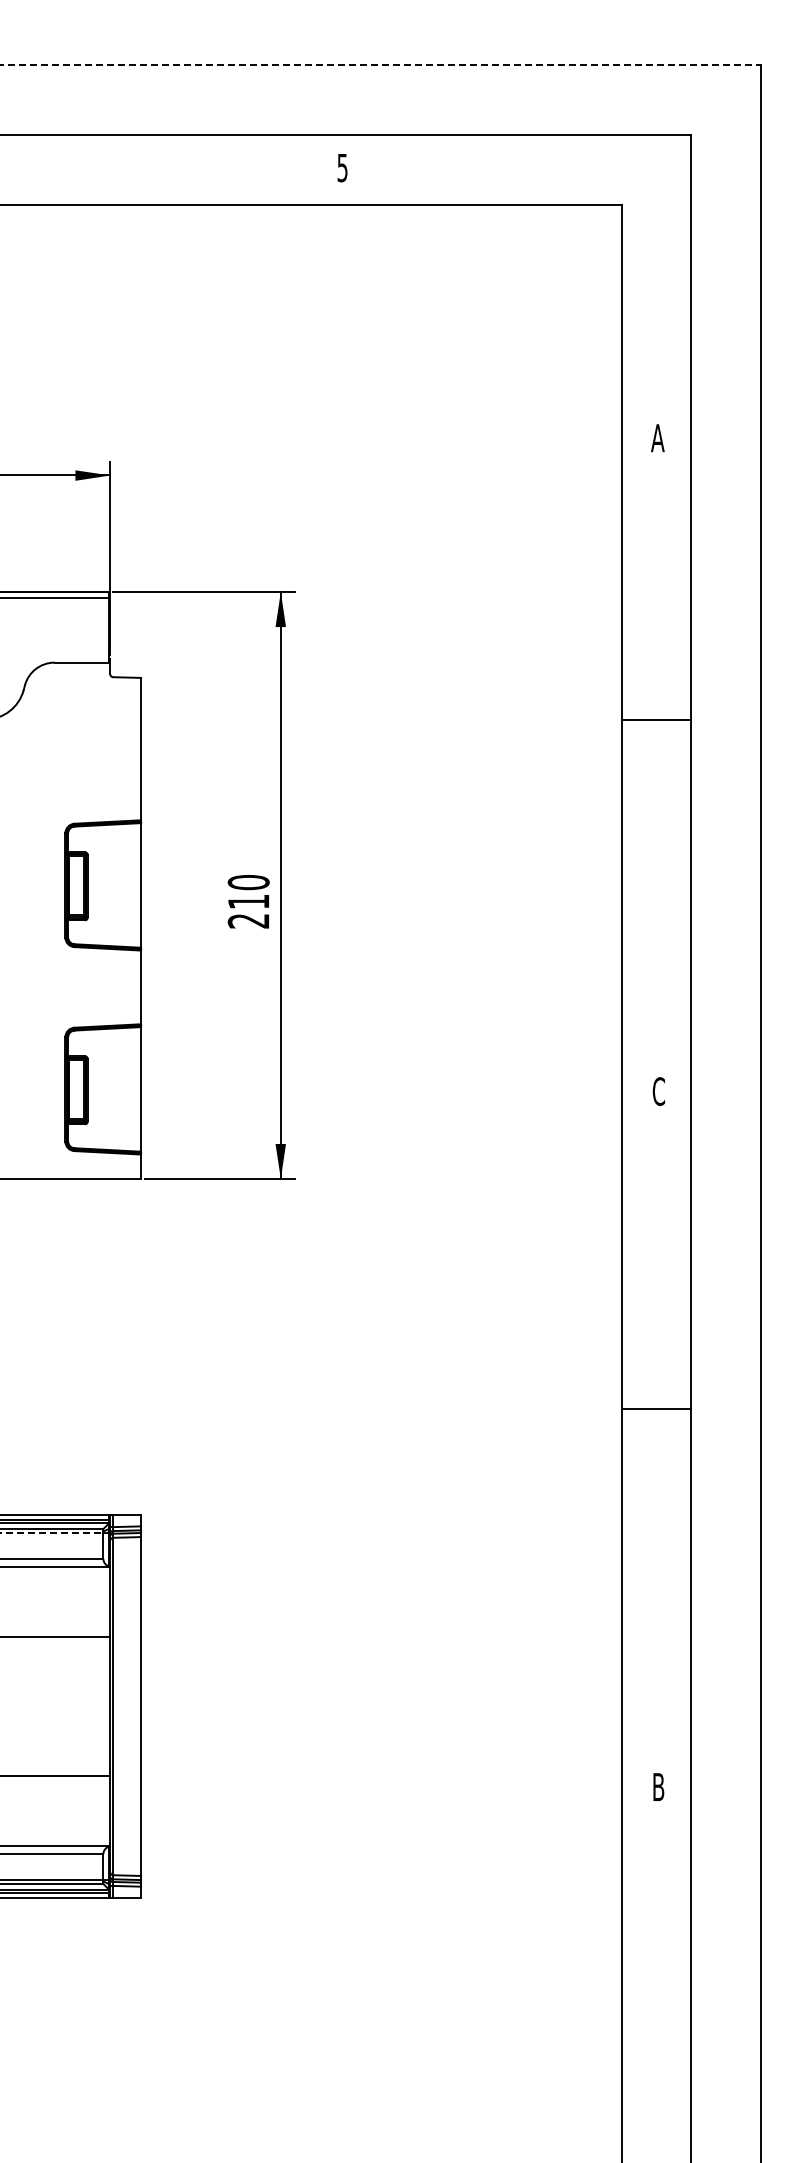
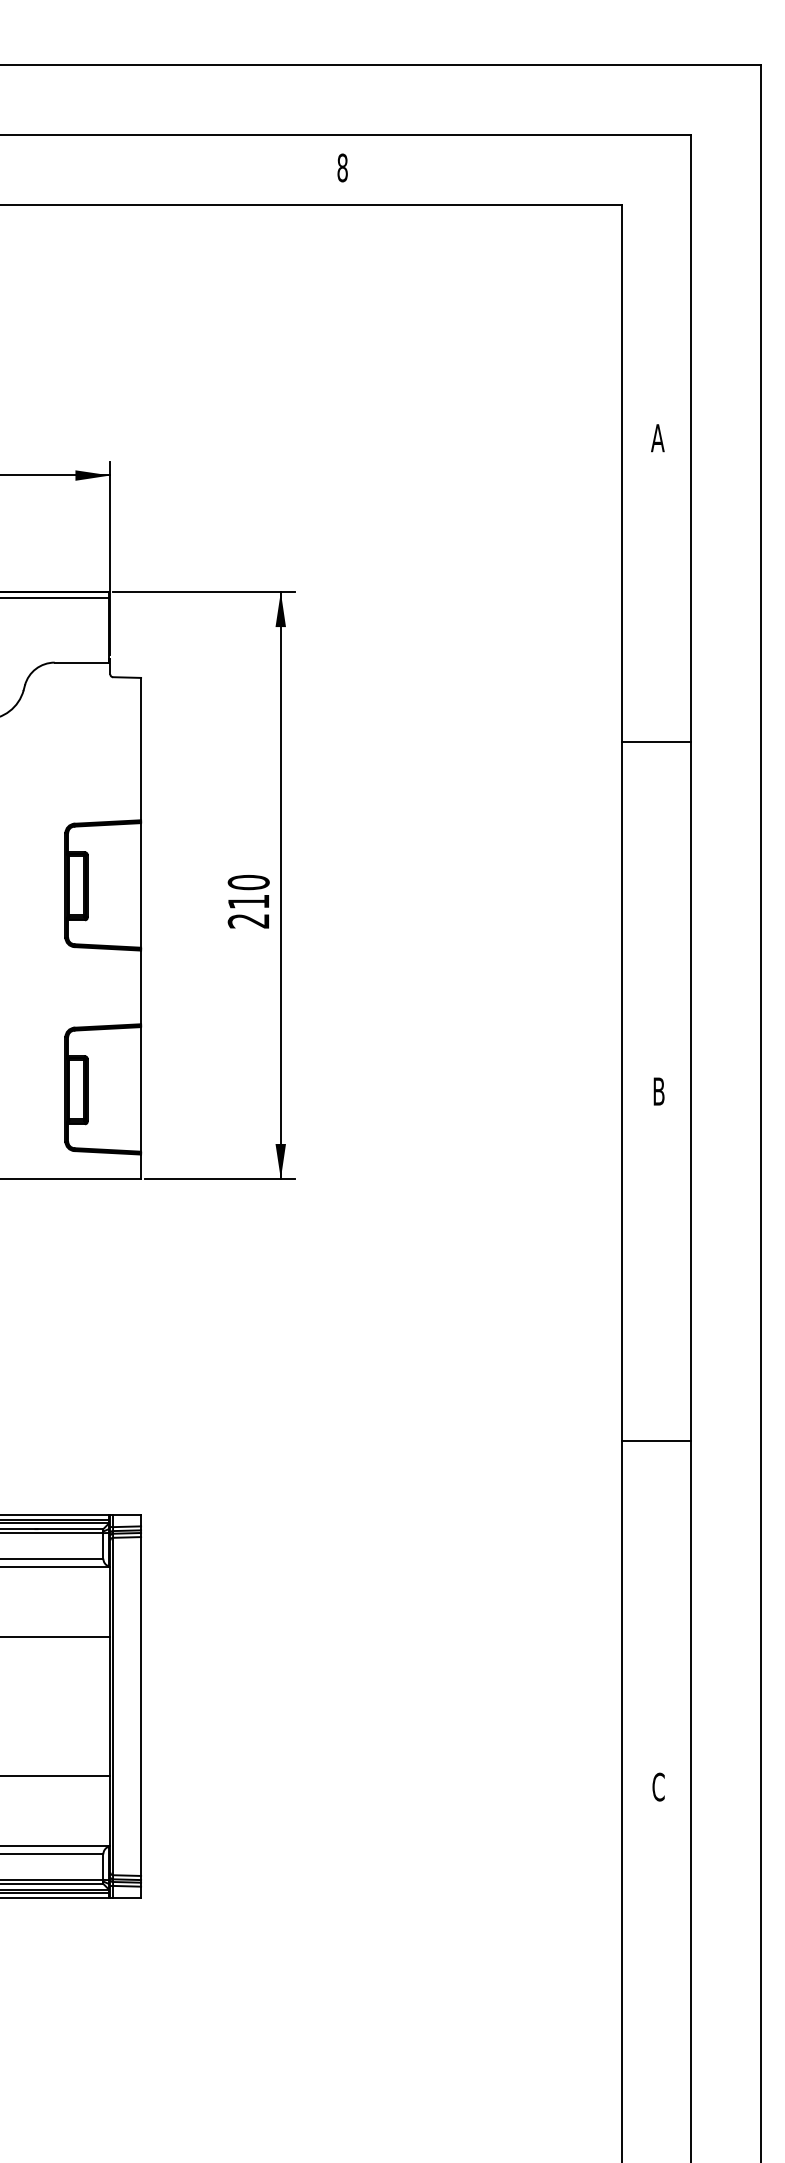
line at (381, 64): dashed -> solid
text at (342, 167): 5 -> 8
line at (656, 720) position: (656, 720) -> (656, 742)
text at (658, 1091): C -> B
line at (656, 1409) position: (656, 1409) -> (656, 1441)
line at (52, 1533): dashed -> solid
text at (658, 1786): B -> C
